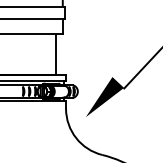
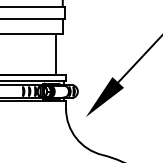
line at (141, 69) position: (141, 69) -> (138, 59)
